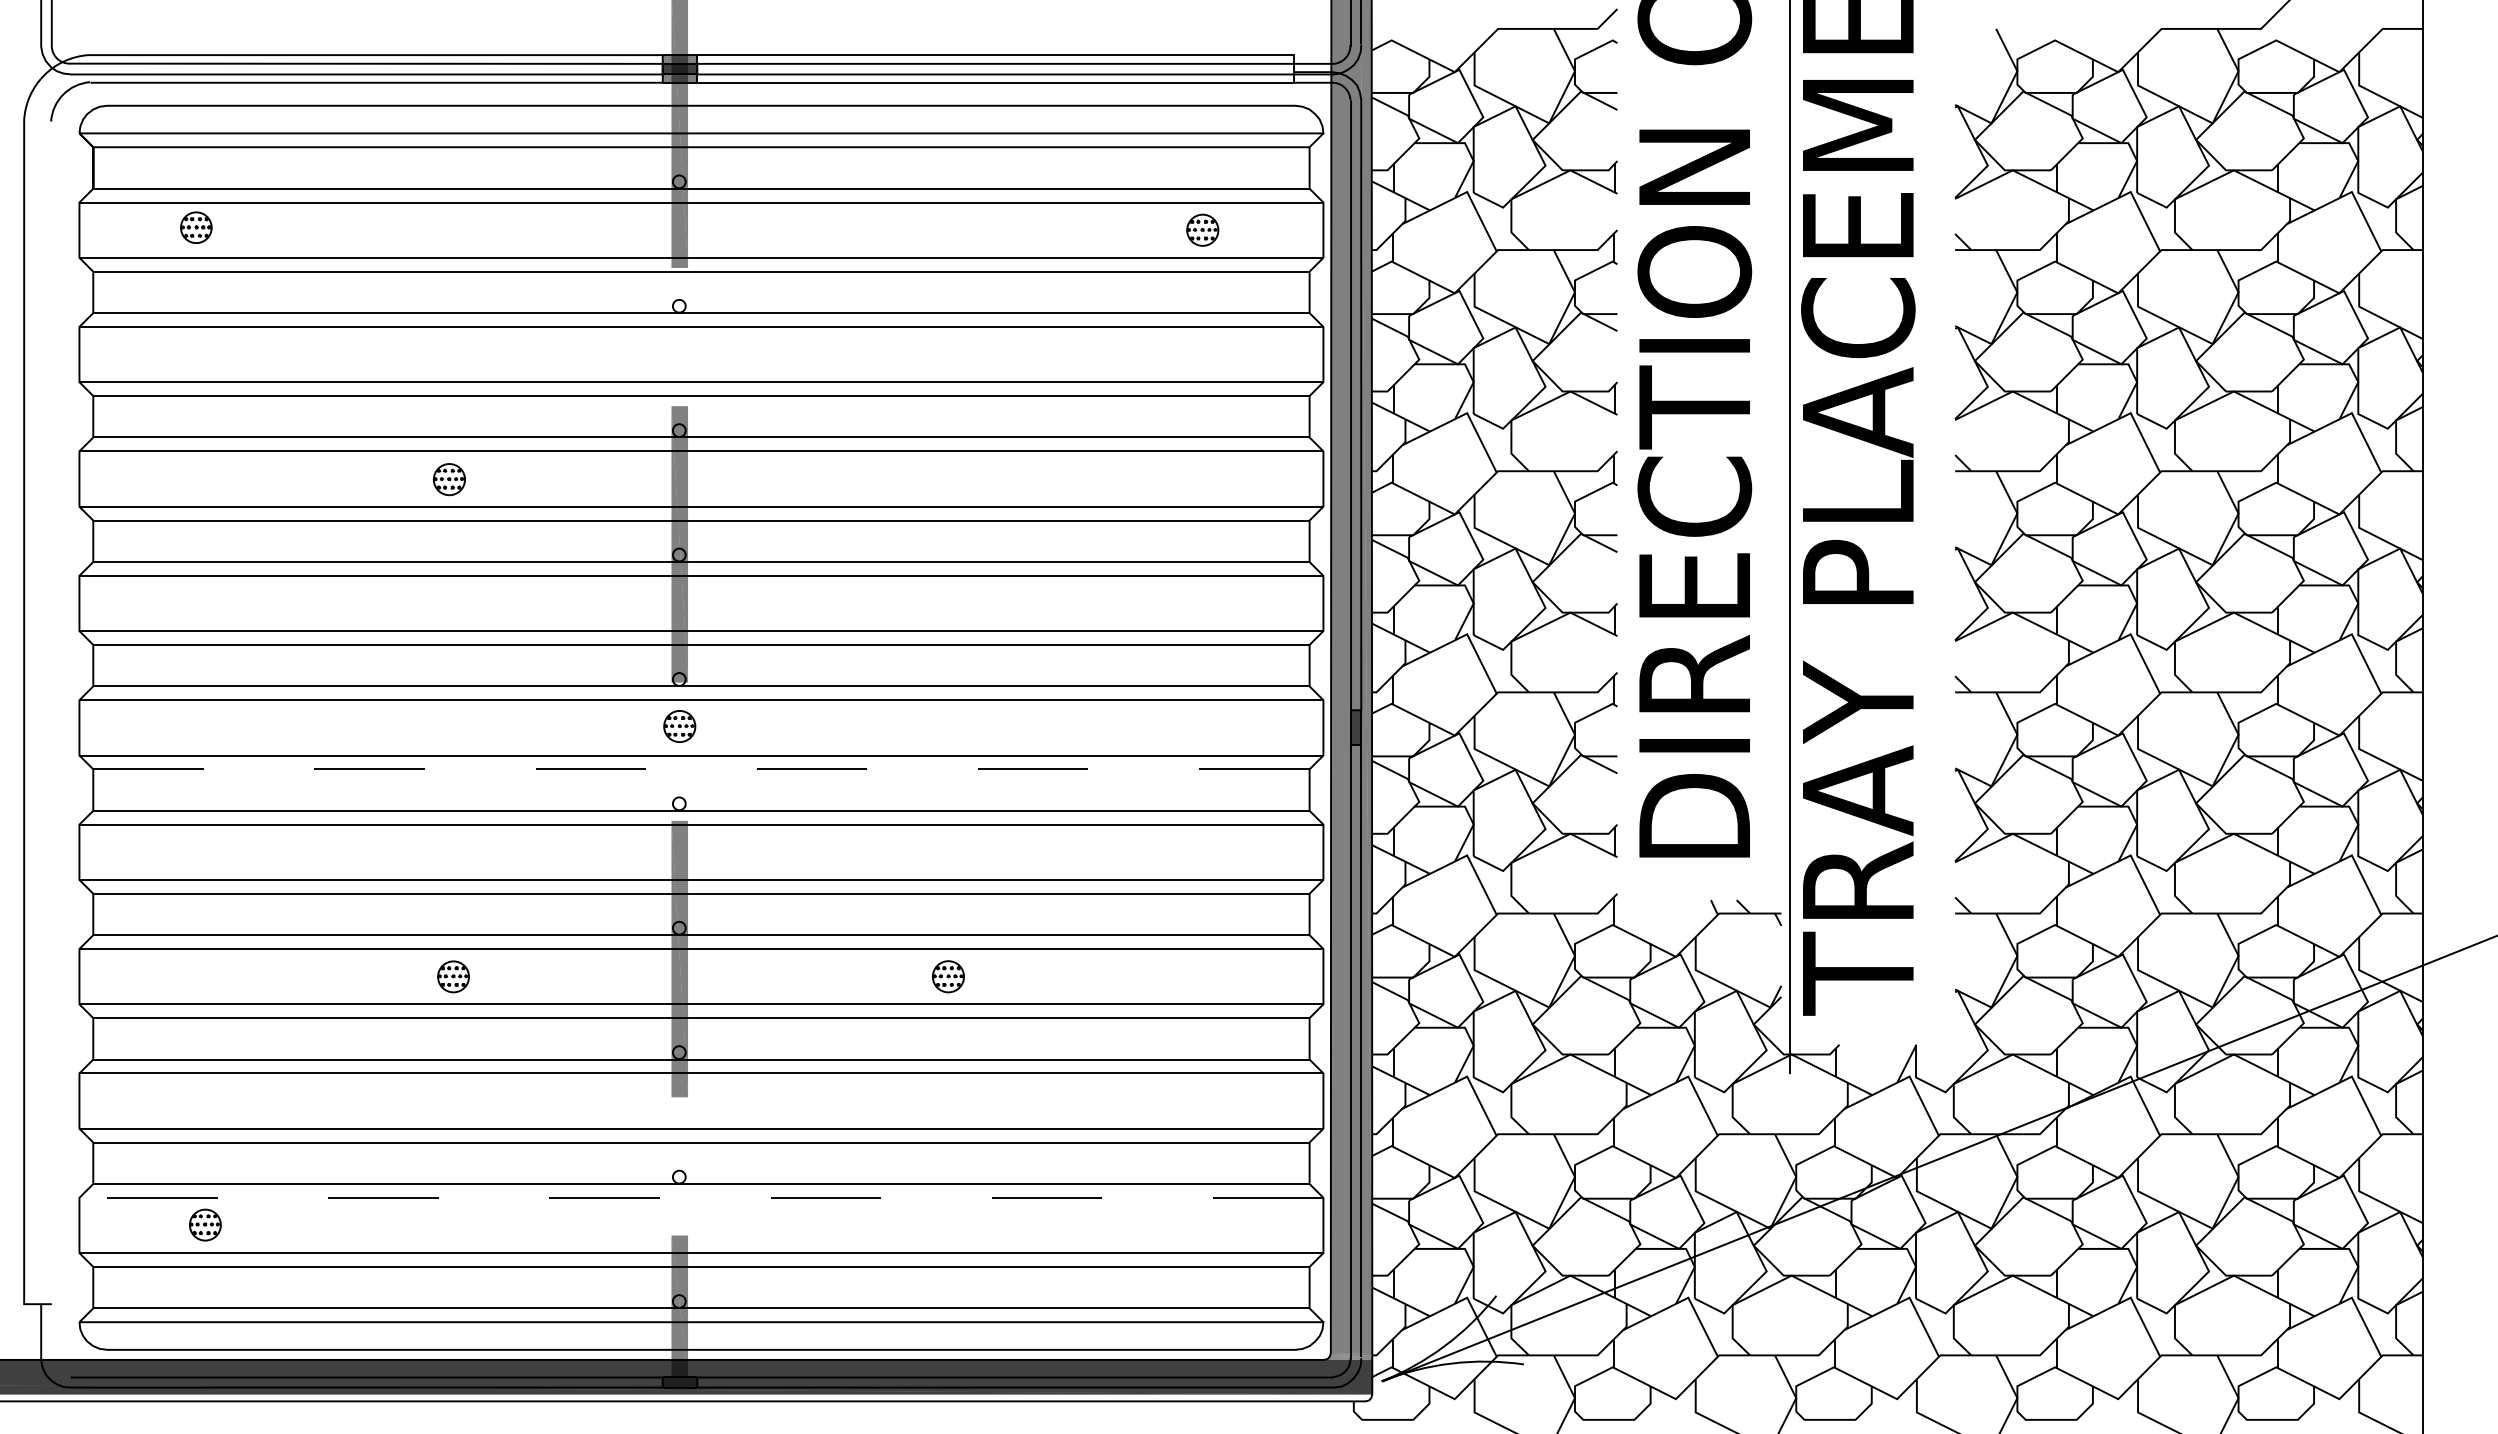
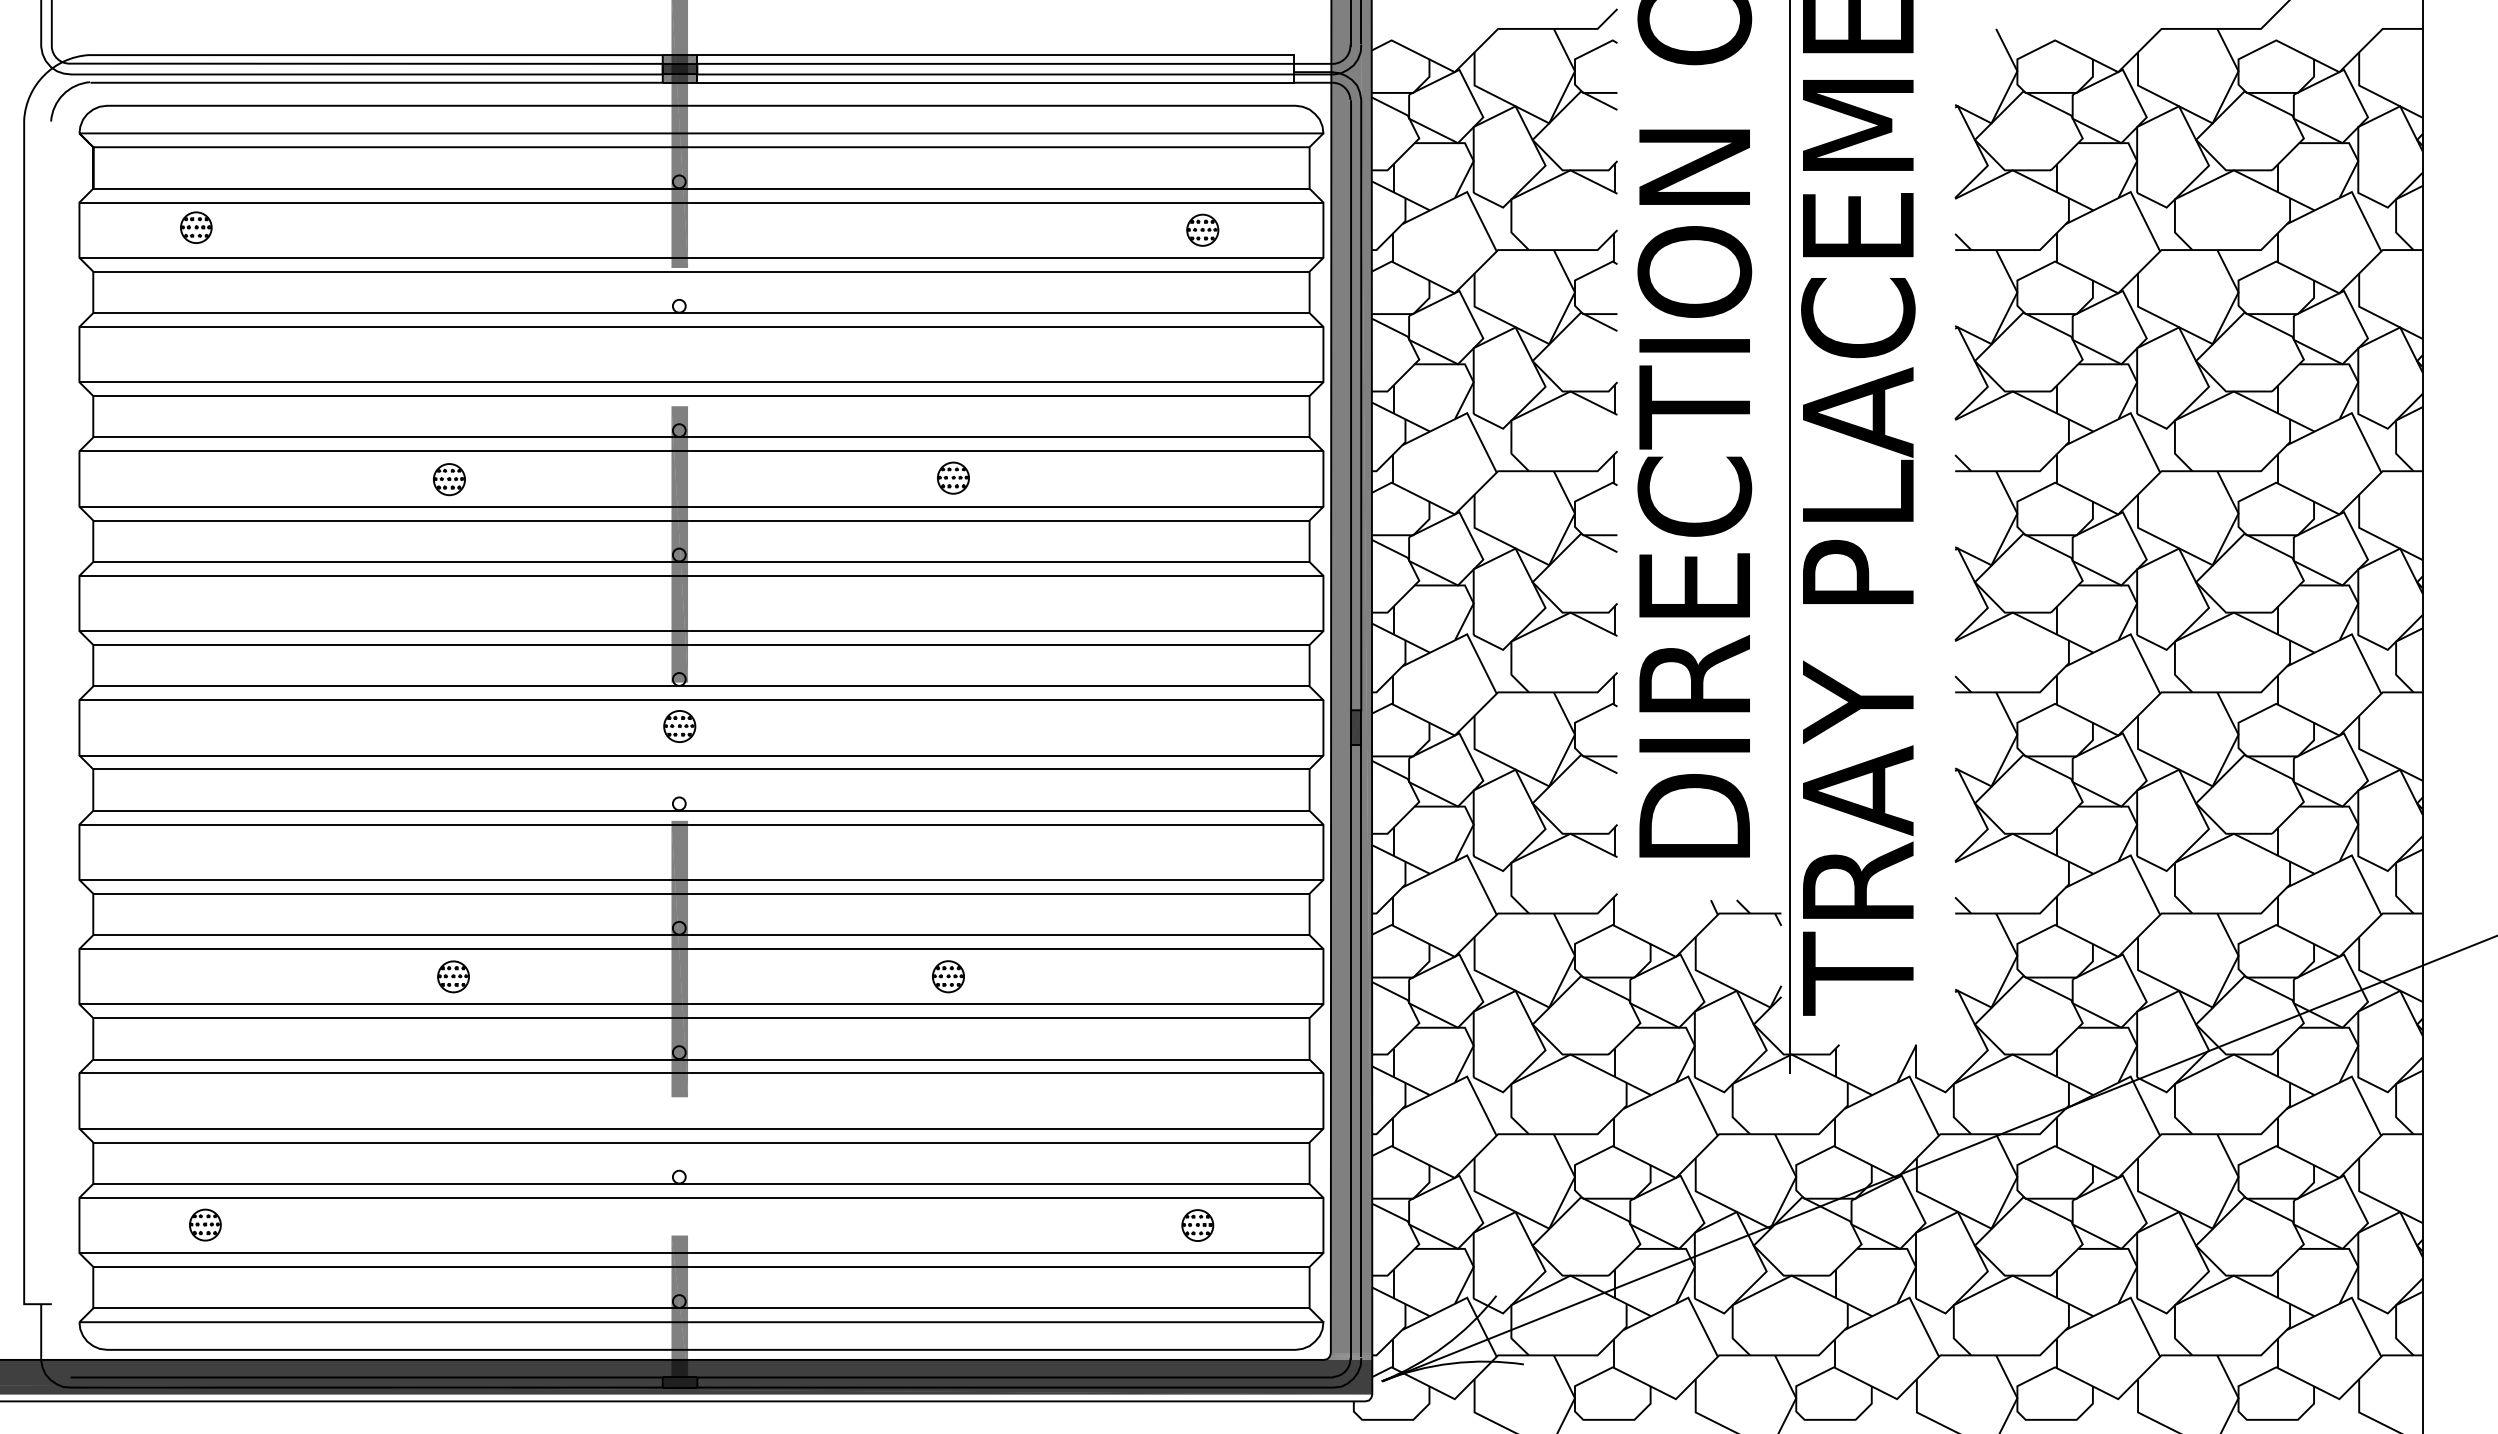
part at (953, 477): none -> present
line at (700, 769): dashed -> solid
line at (701, 1197): dashed -> solid
part at (1197, 1225): none -> present
